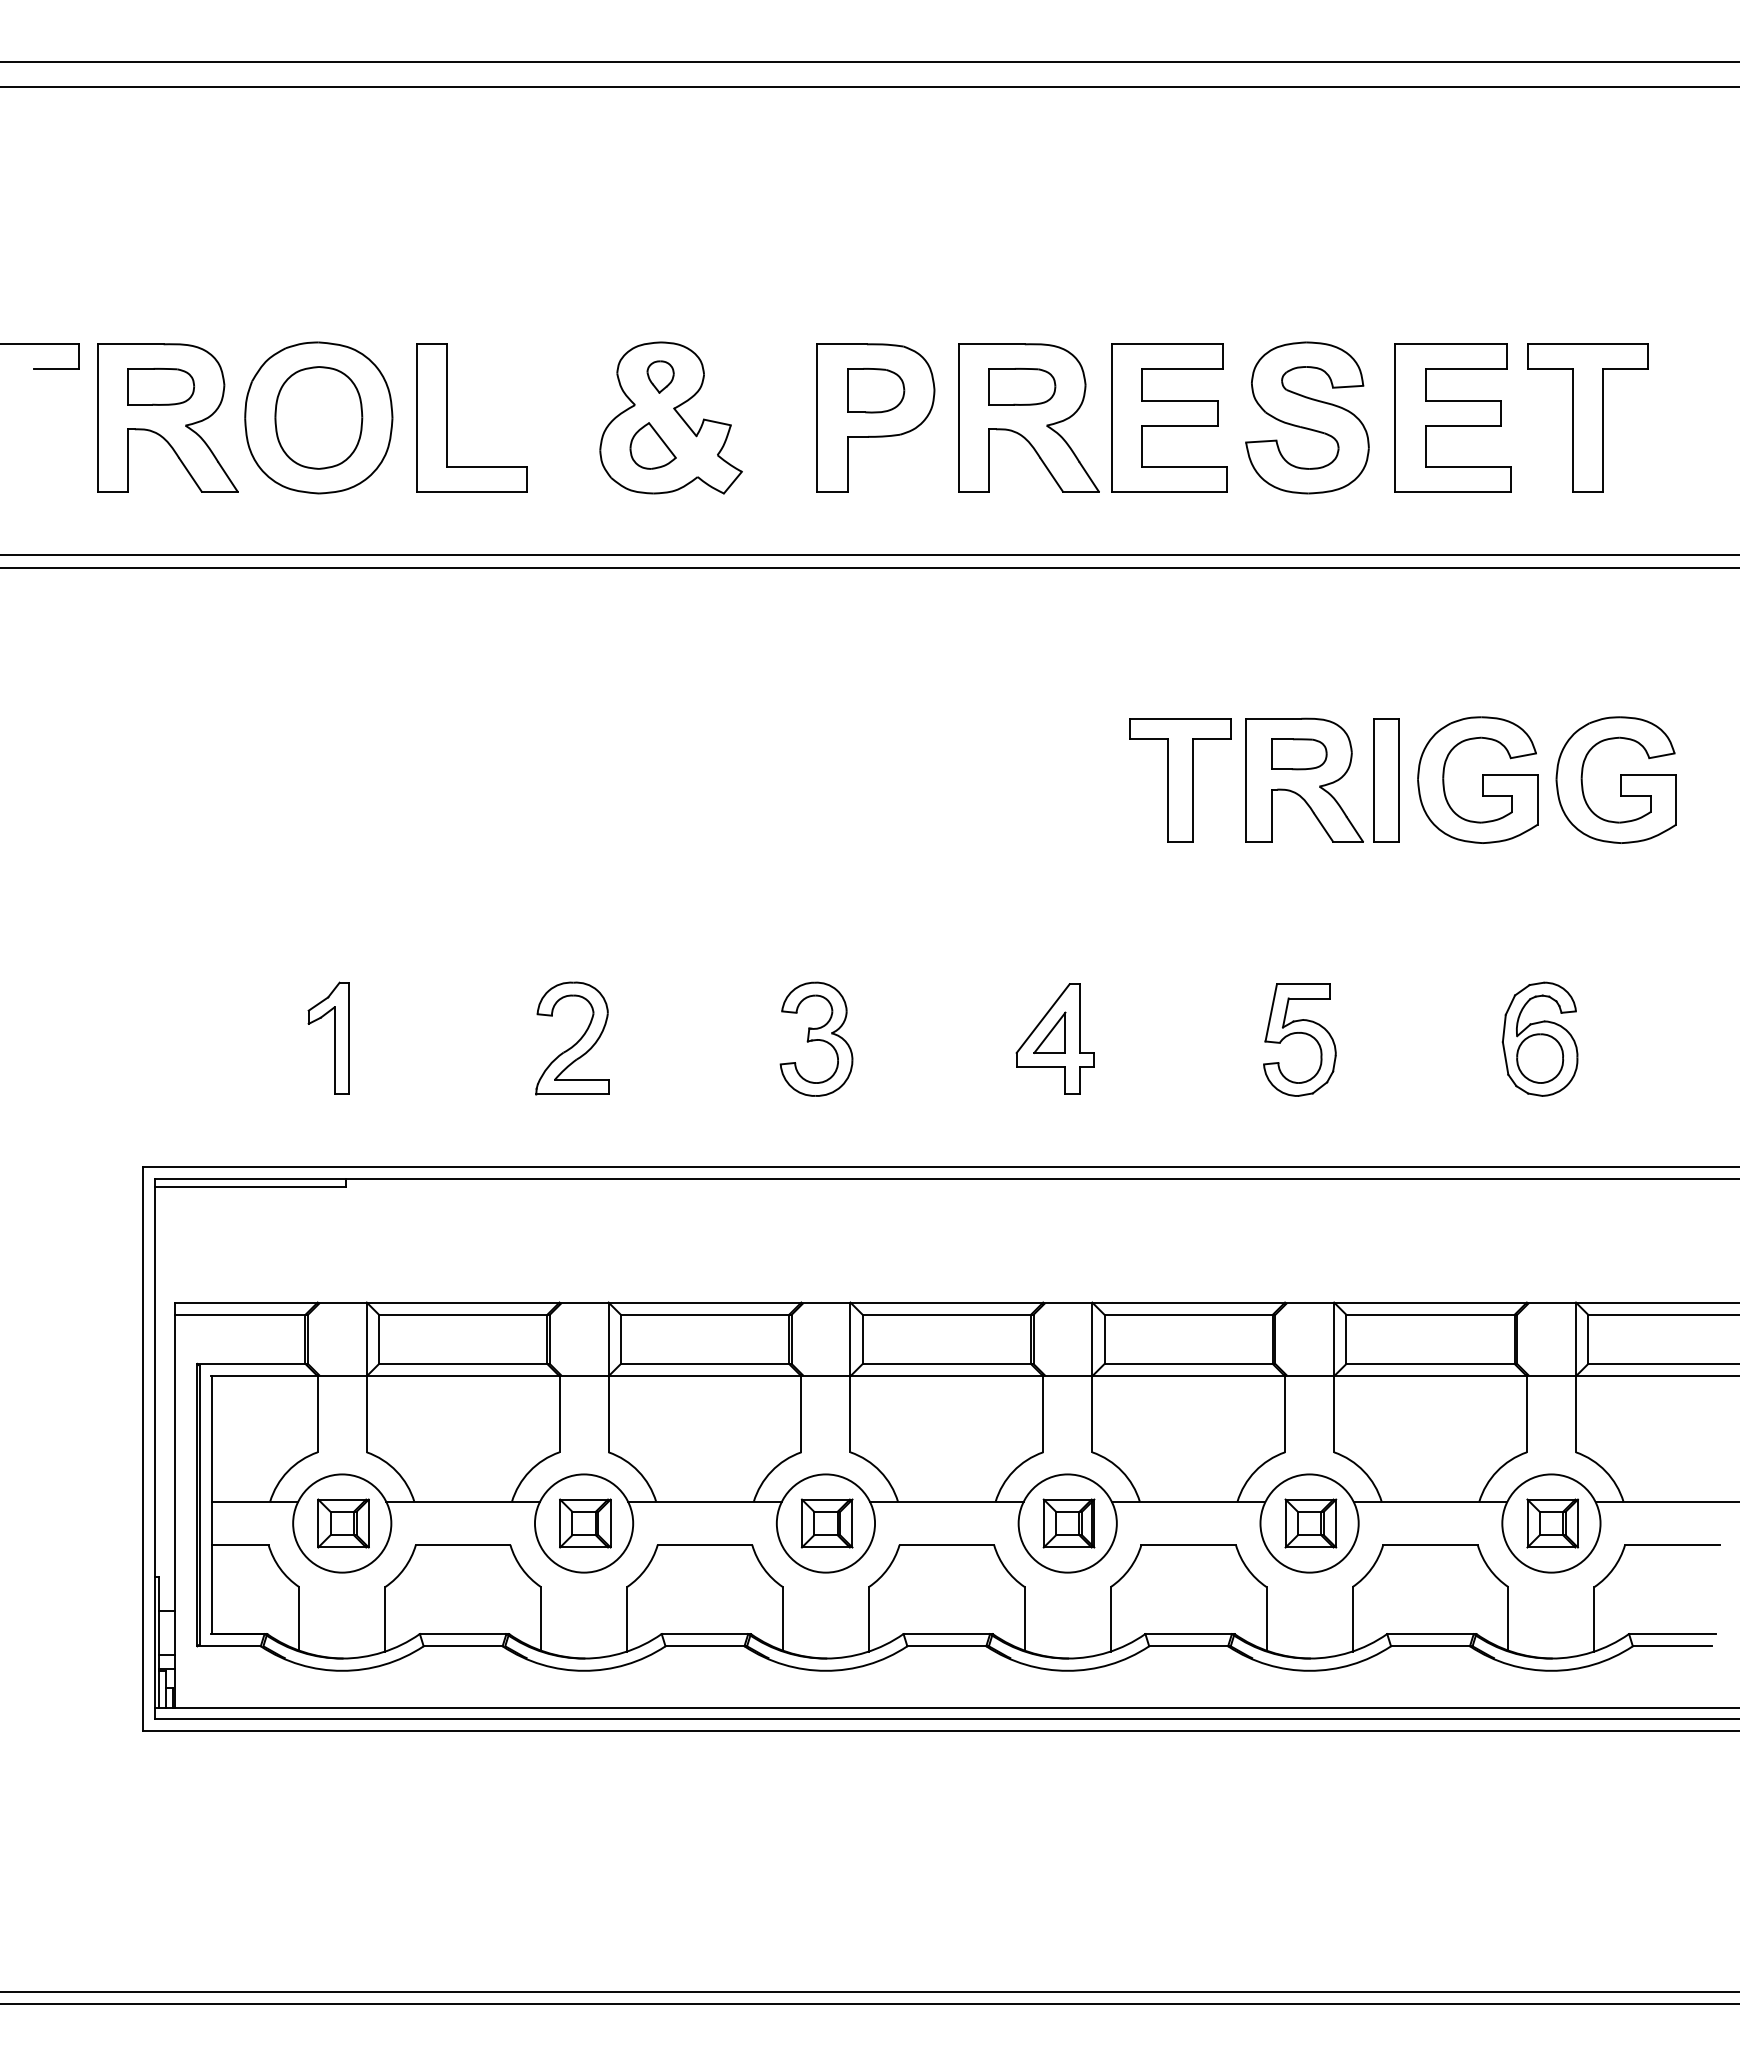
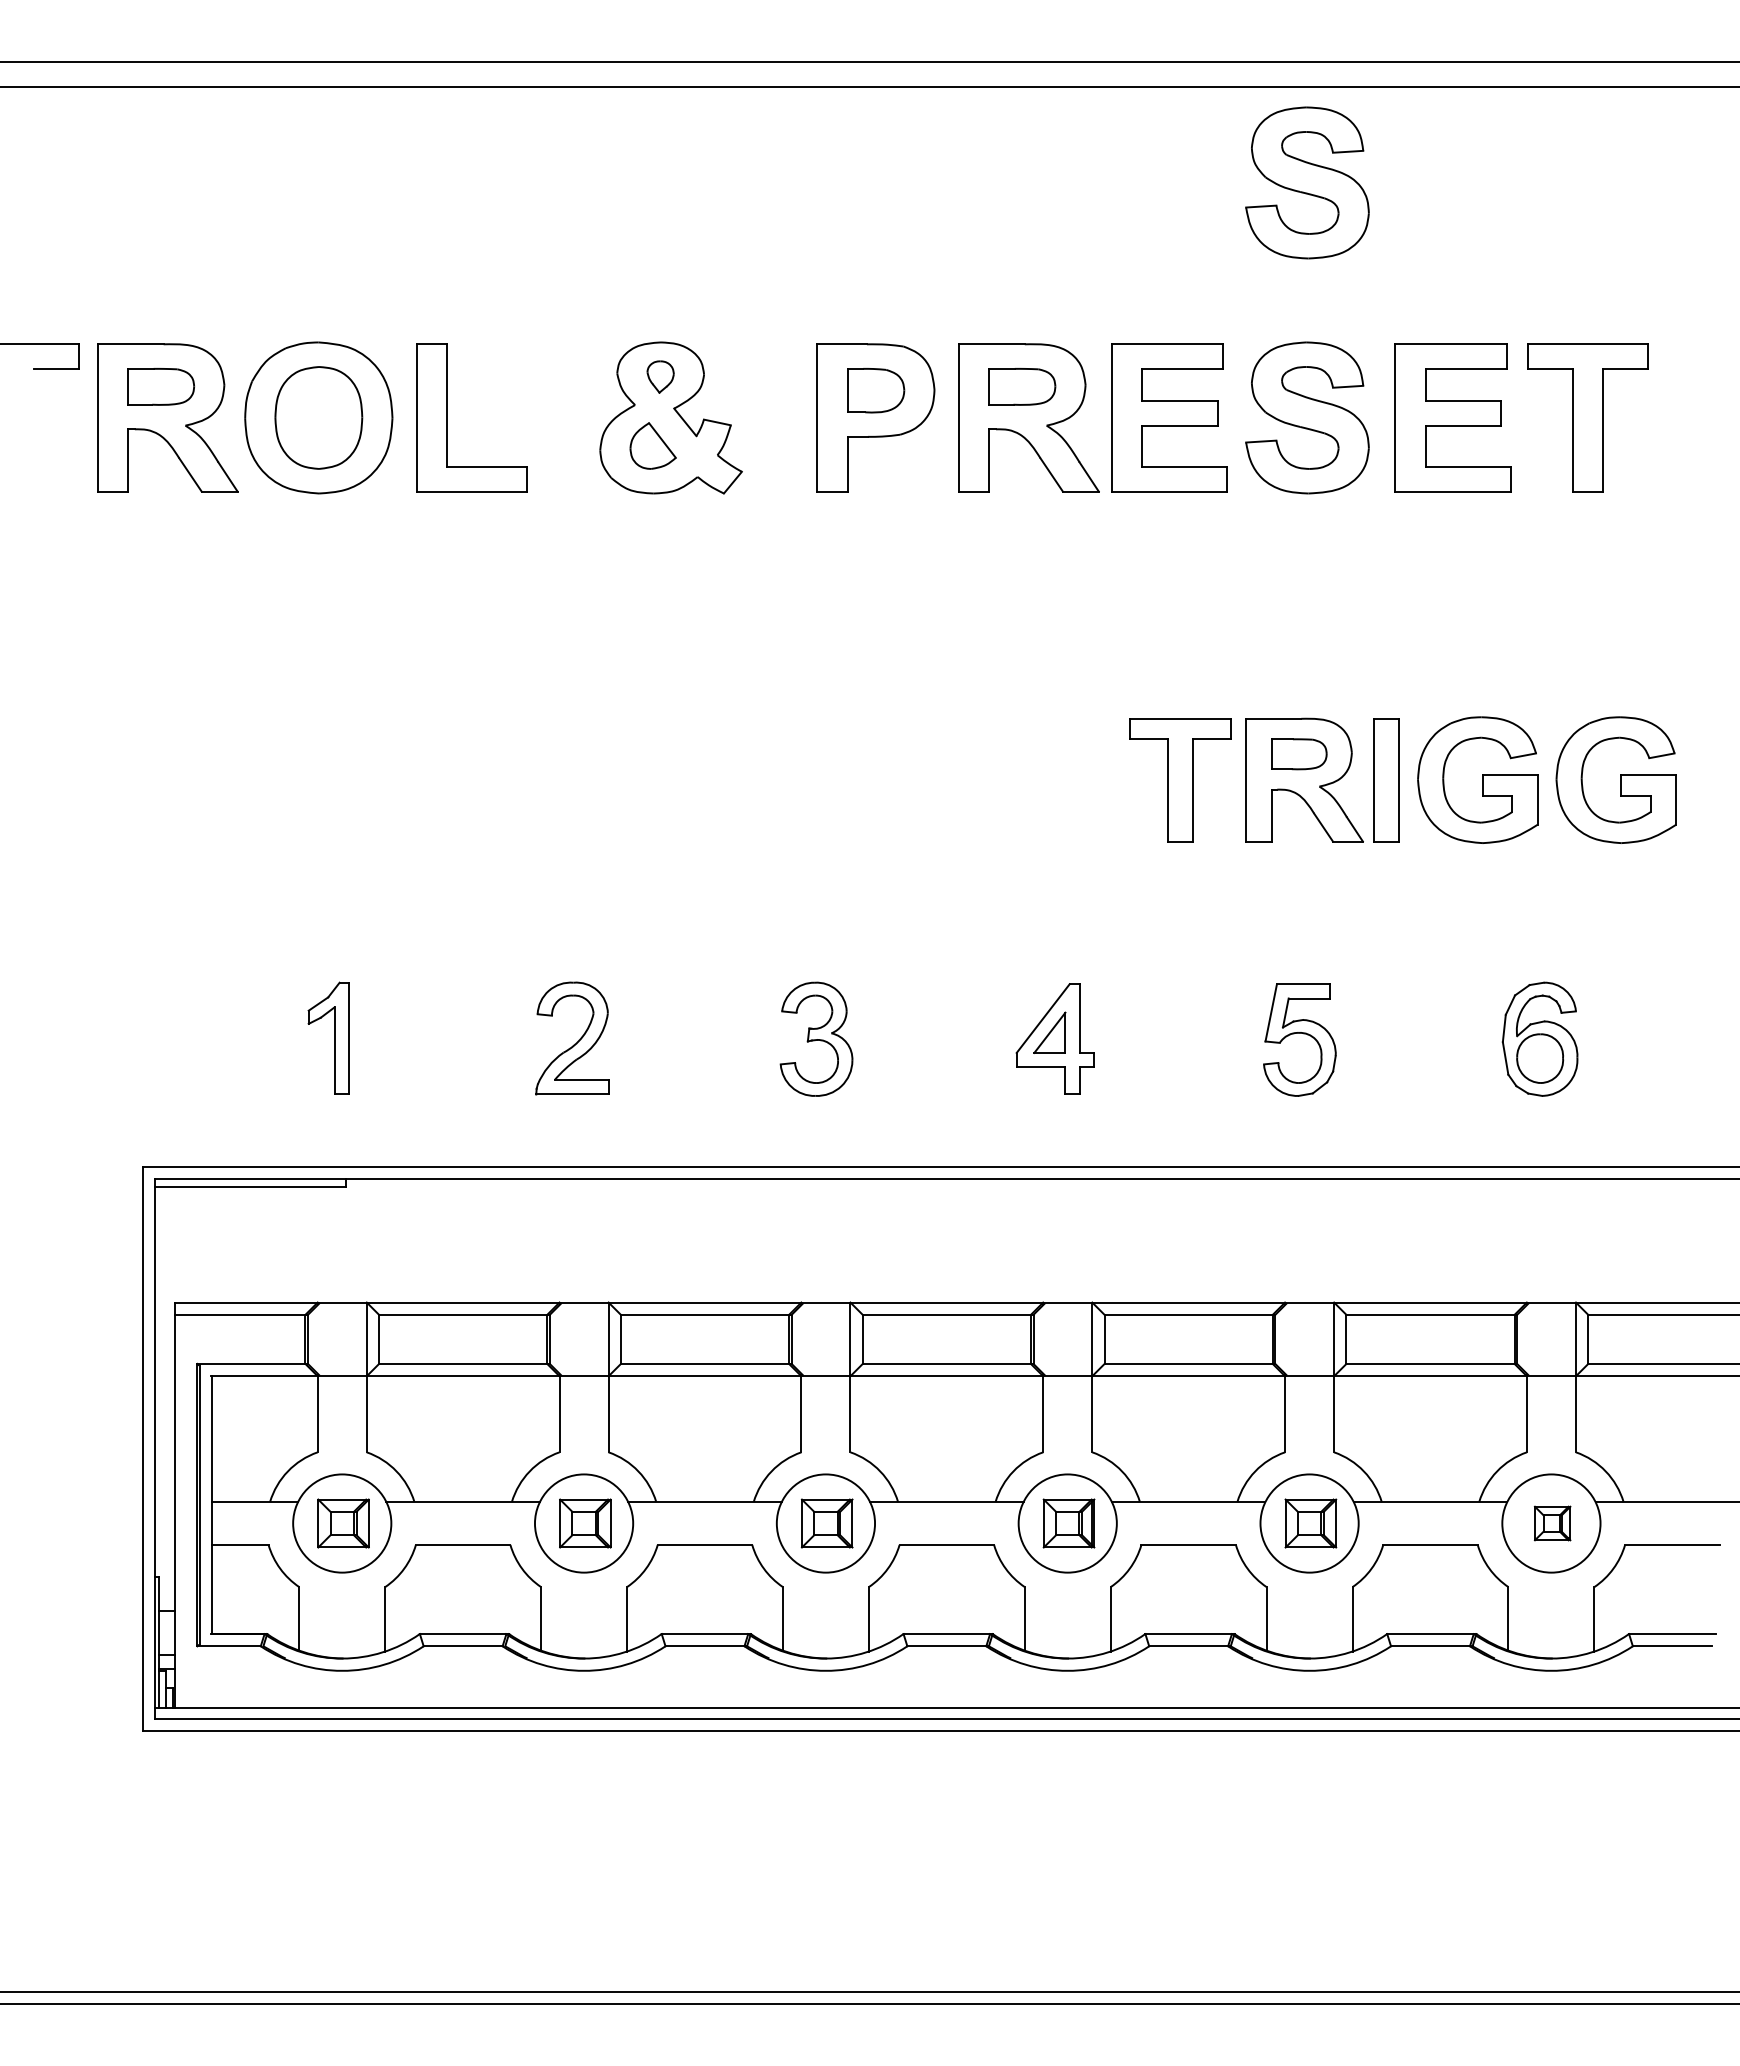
part at (1307, 182): none -> present
line at (869, 555): present -> none
line at (869, 567): present -> none
part at (1552, 1523) size: 53x51 px -> 39x37 px
